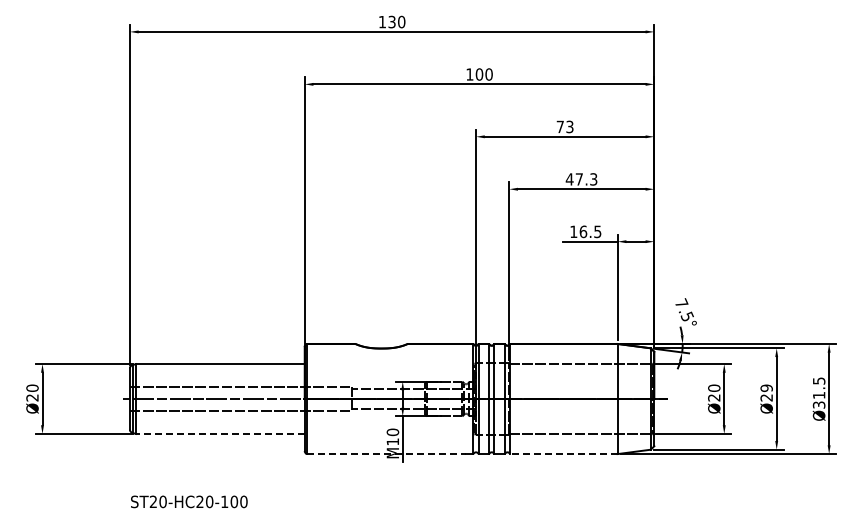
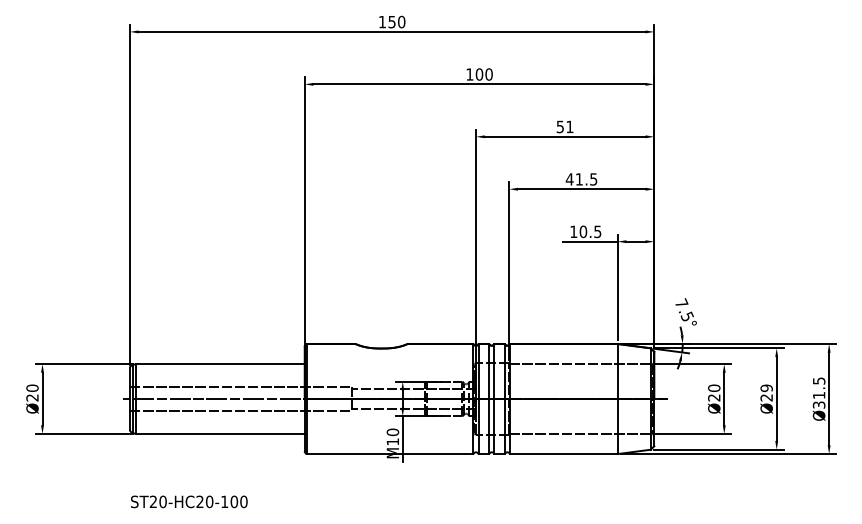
text at (391, 21): 130 -> 150
text at (564, 126): 73 -> 51
text at (586, 179): 47.3 -> 41.5
text at (583, 231): 16.5 -> 10.5
line at (219, 433): dashed -> solid
line at (386, 454): dashed -> solid
line at (563, 454): dashed -> solid
